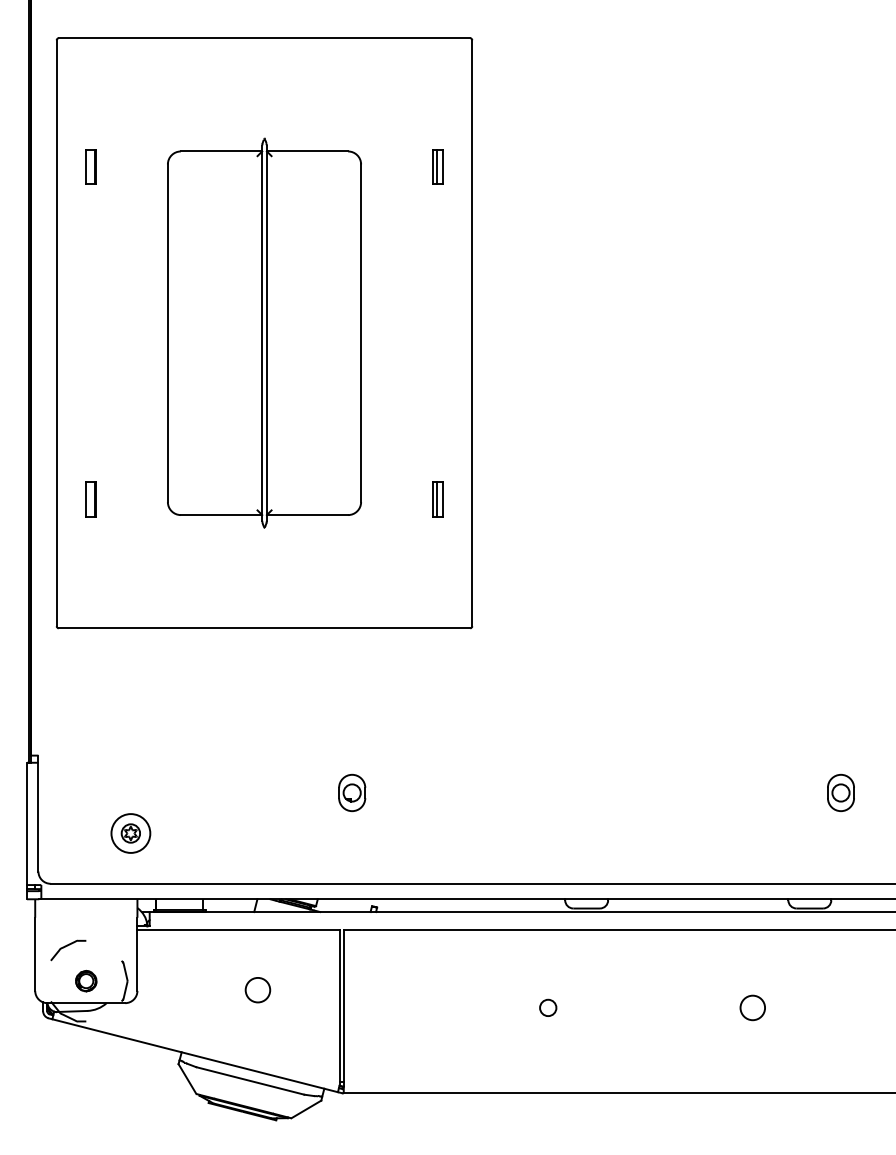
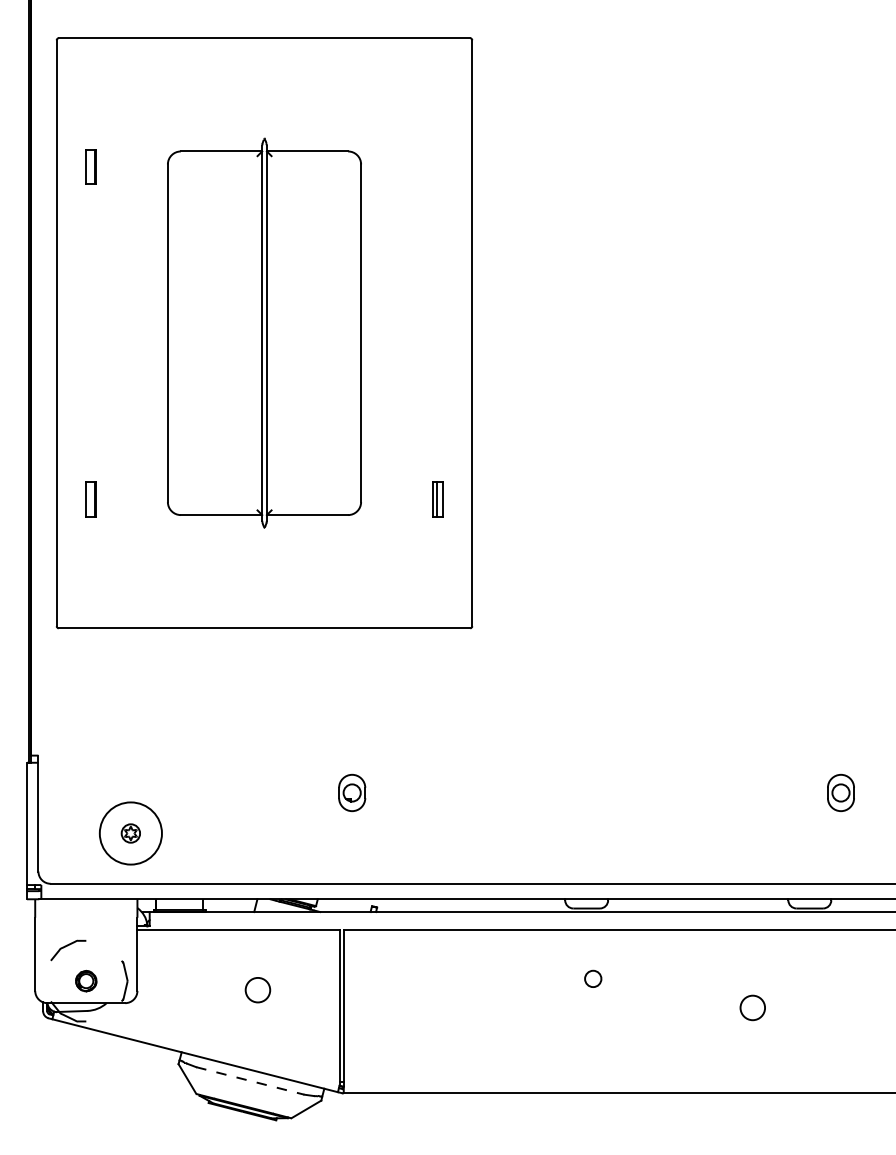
part at (437, 166): present -> none
circle at (130, 833) diameter: 39 px -> 62 px
circle at (548, 1007) position: (548, 1007) -> (593, 978)
line at (250, 1080): solid -> dashed
